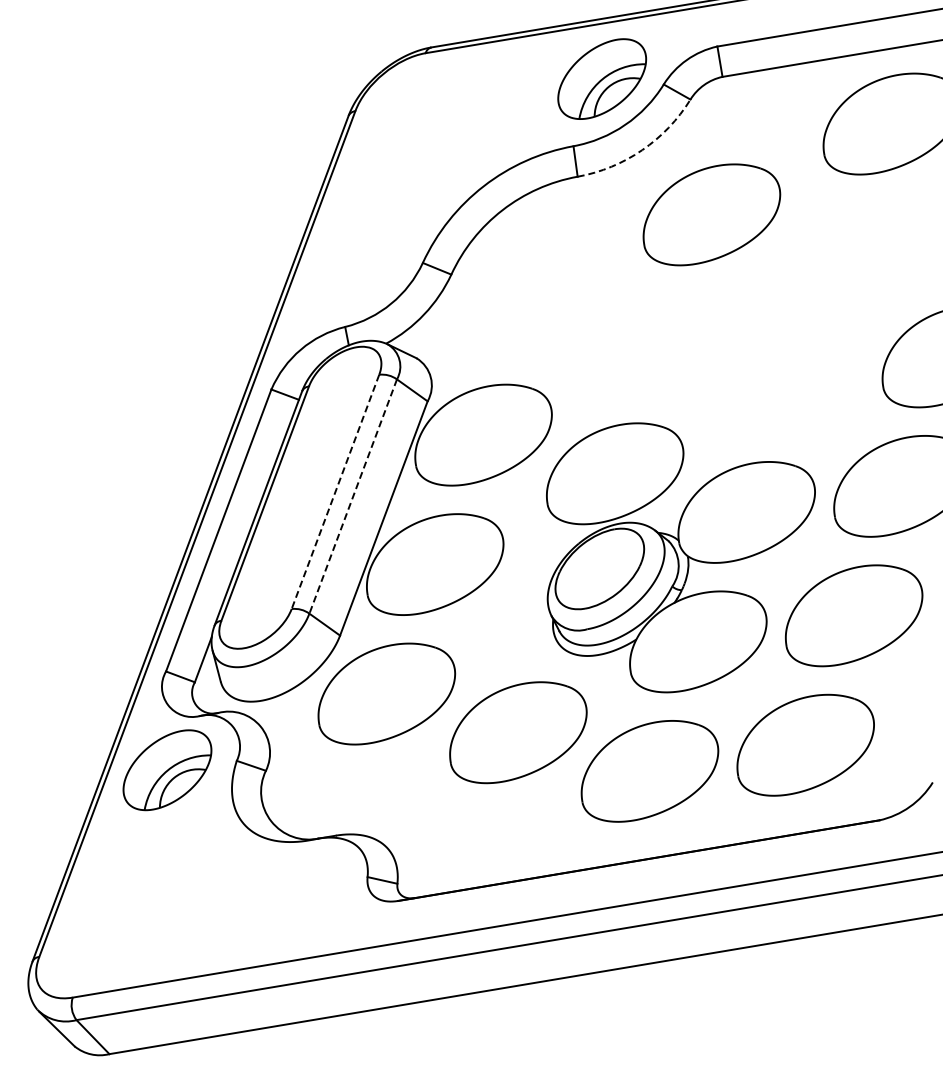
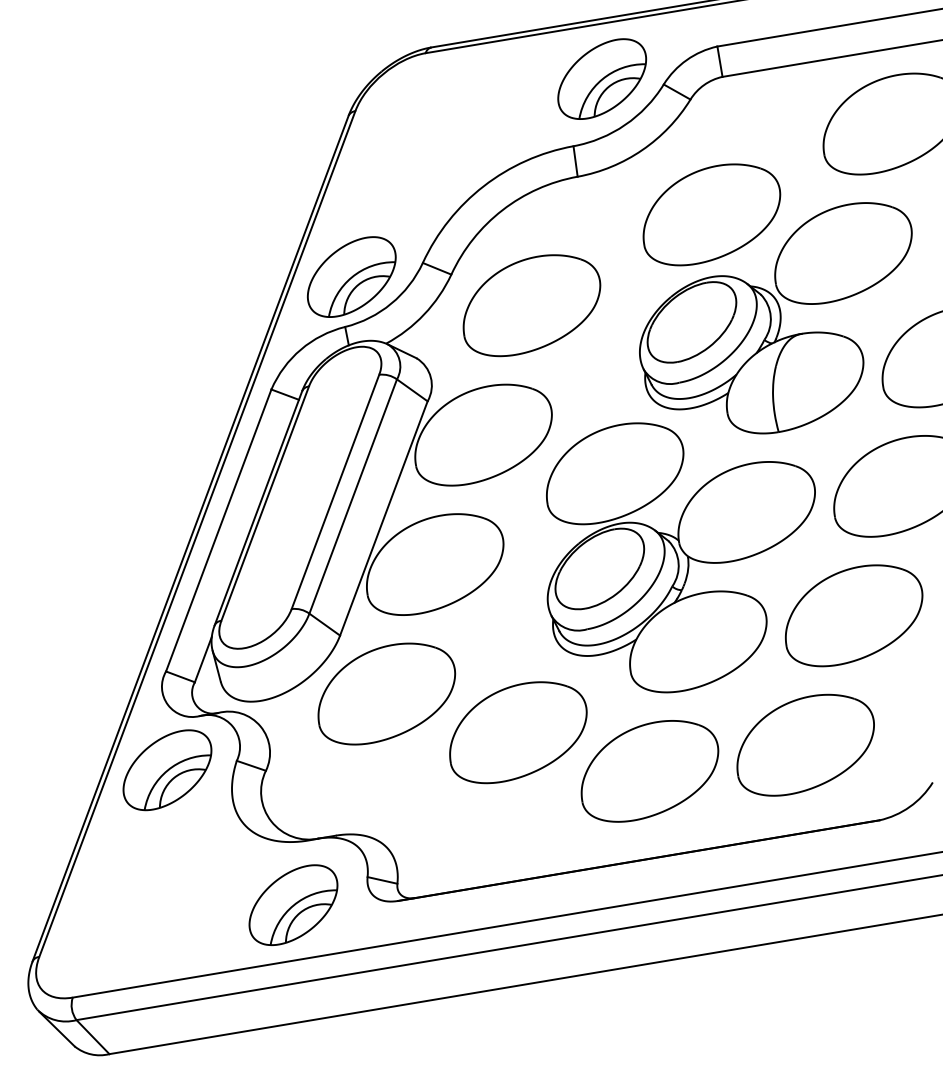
arc at (642, 150): dashed -> solid
part at (351, 276): none -> present
part at (531, 305): none -> present
part at (775, 318): none -> present
line at (335, 492): dashed -> solid
line at (353, 497): dashed -> solid
part at (293, 904): none -> present
